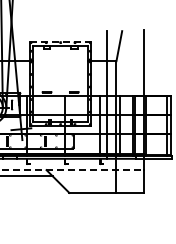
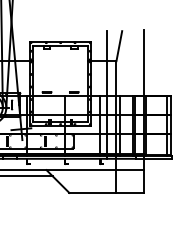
line at (60, 41): dashed -> solid
line at (72, 170): dashed -> solid
